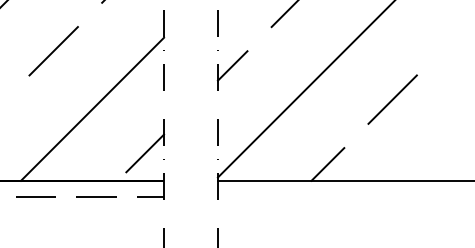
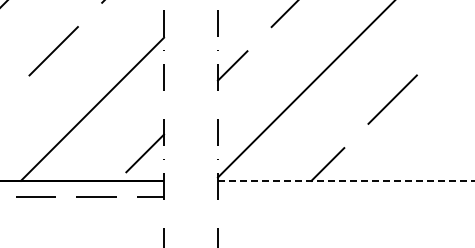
line at (346, 180): solid -> dashed
